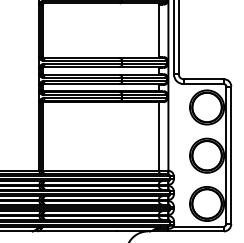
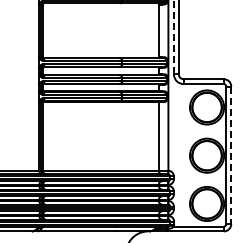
line at (173, 37): solid -> dashed
line at (231, 155): solid -> dashed
